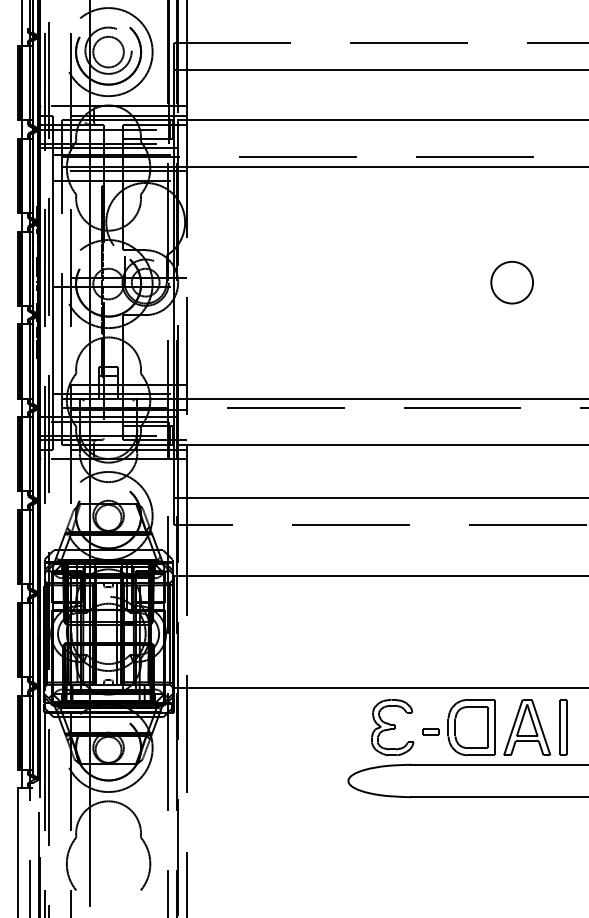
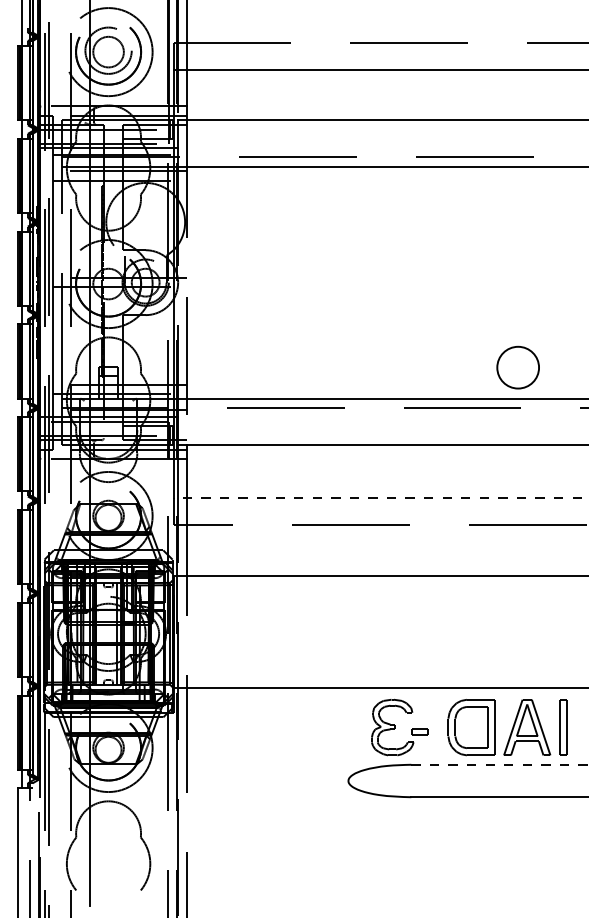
circle at (511, 282) position: (511, 282) -> (517, 367)
line at (380, 498): solid -> dashed
part at (430, 731) position: (430, 731) -> (419, 731)
line at (500, 764): solid -> dashed
